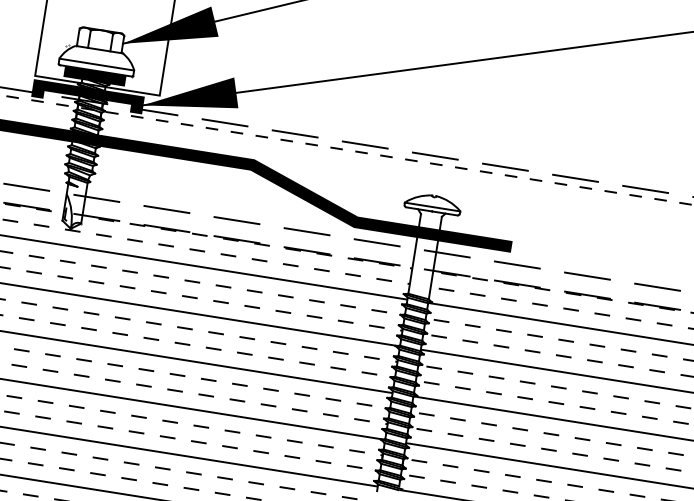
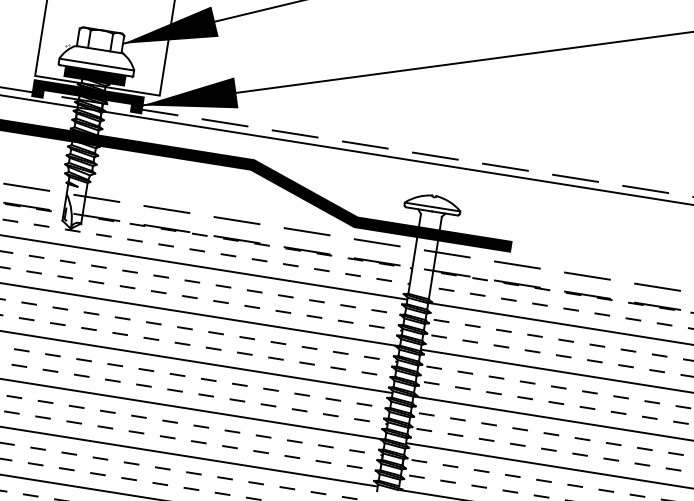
line at (347, 150): dashed -> solid
